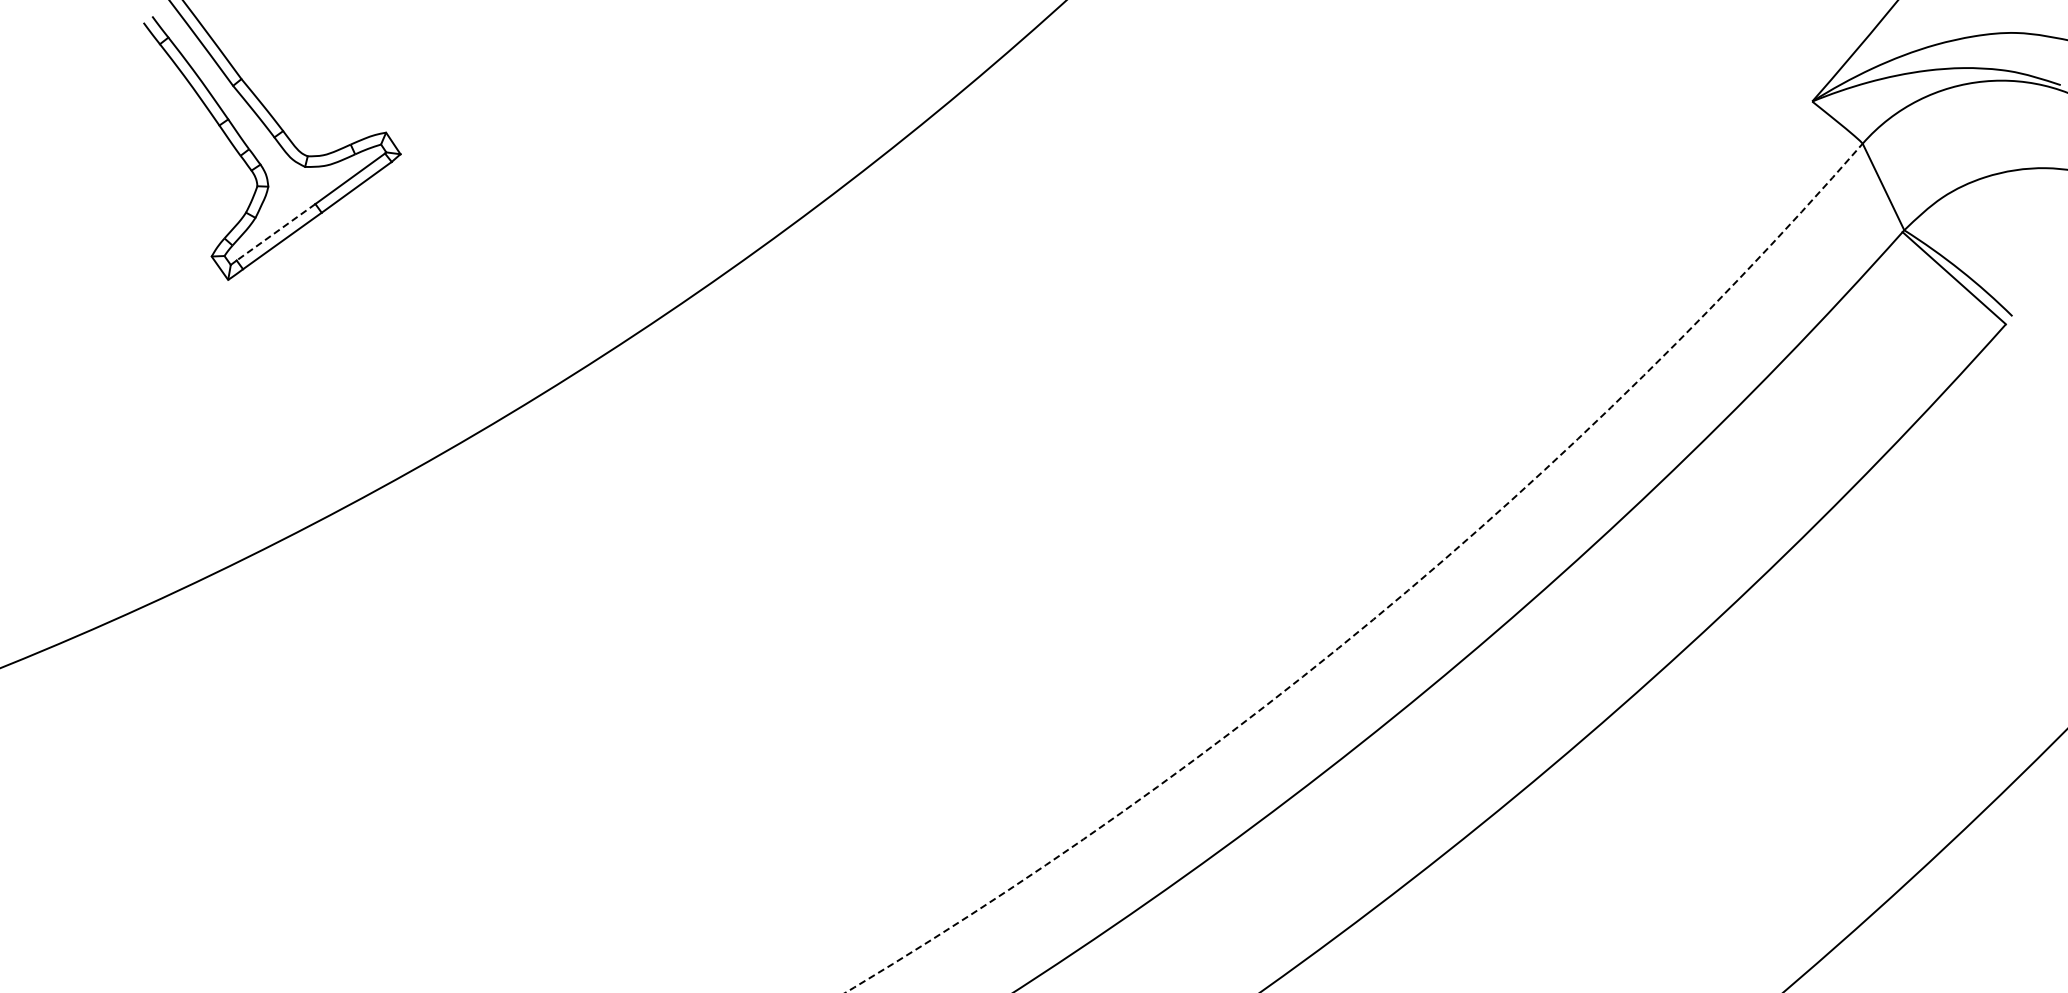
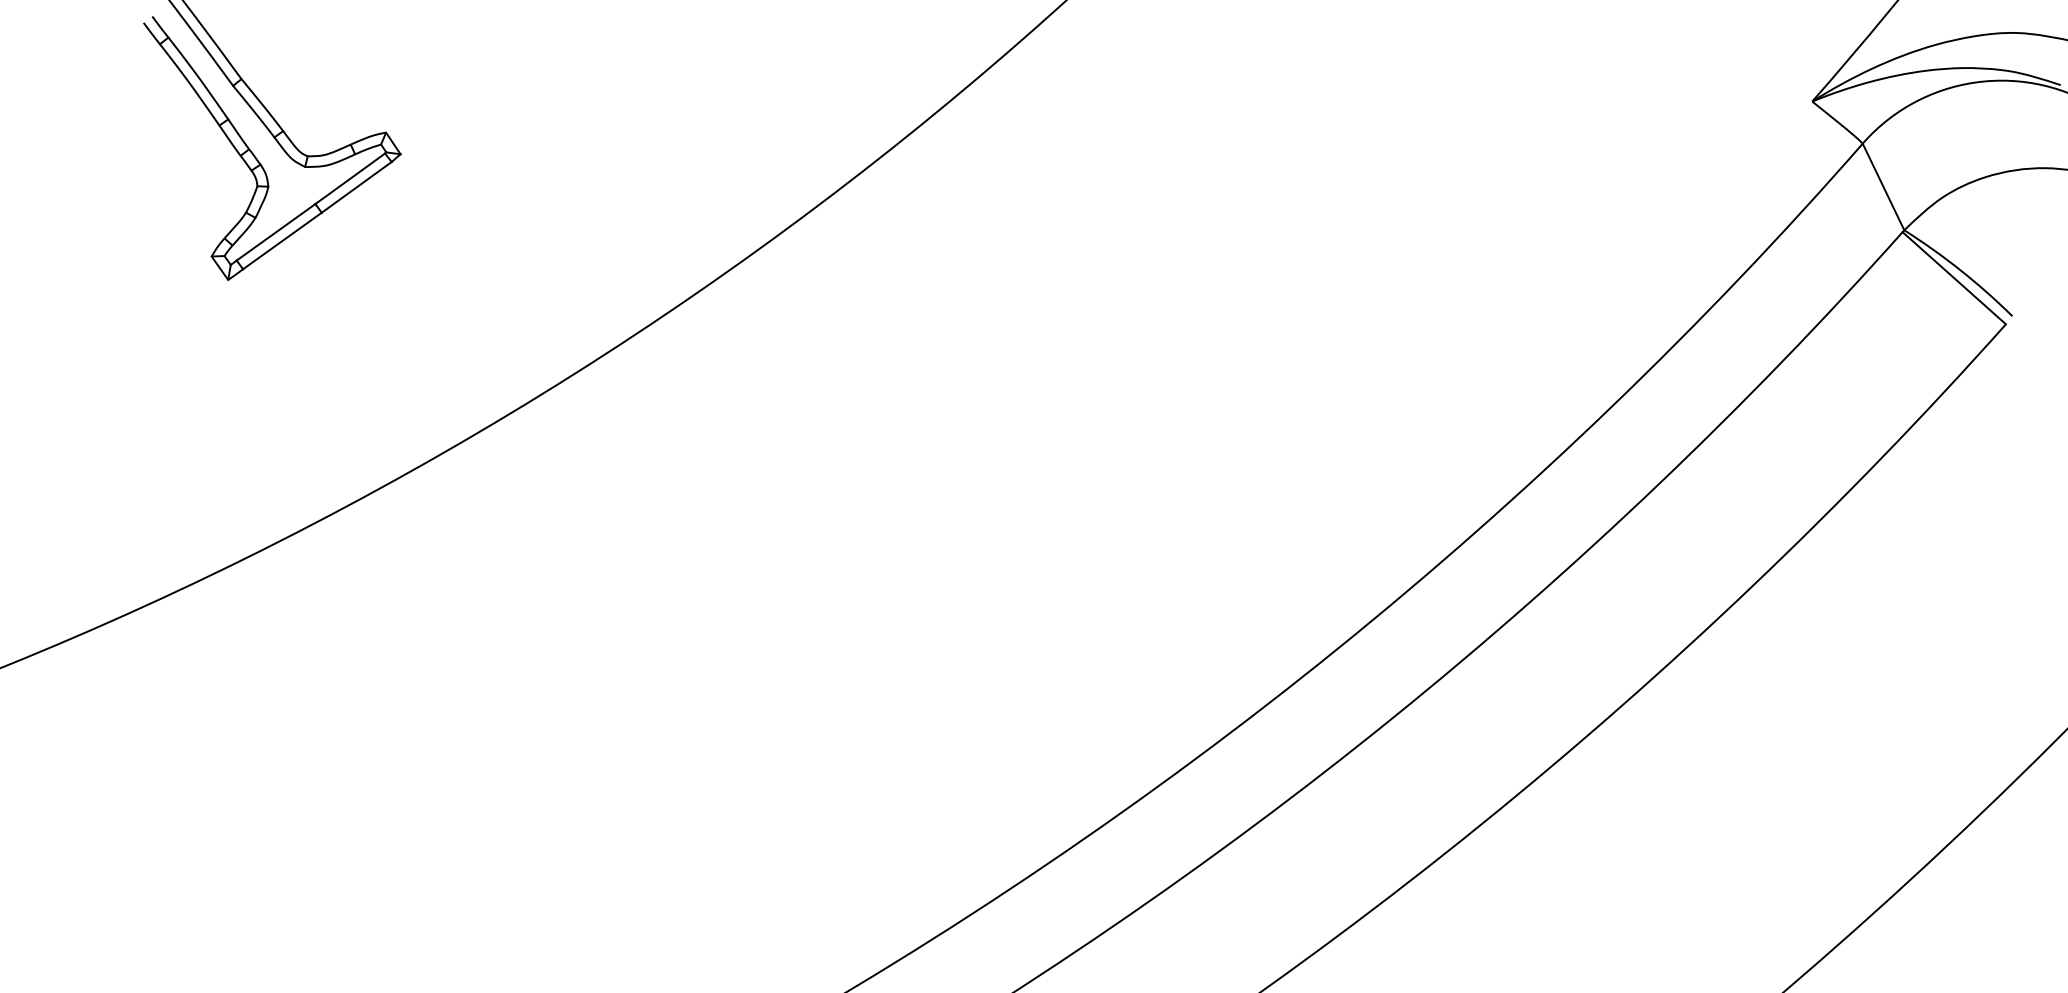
line at (275, 232): dashed -> solid
arc at (1387, 608): dashed -> solid
